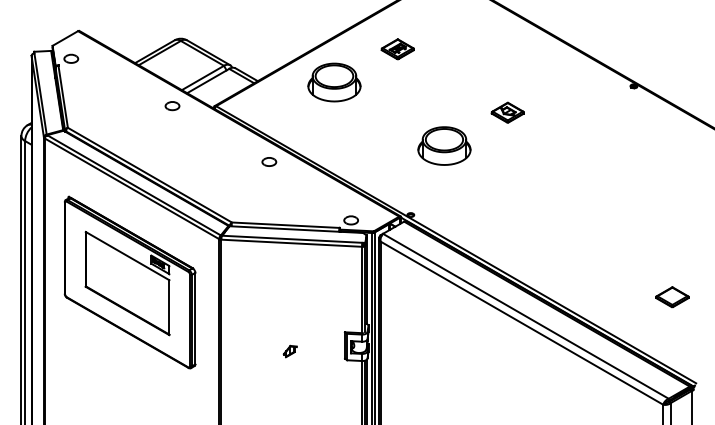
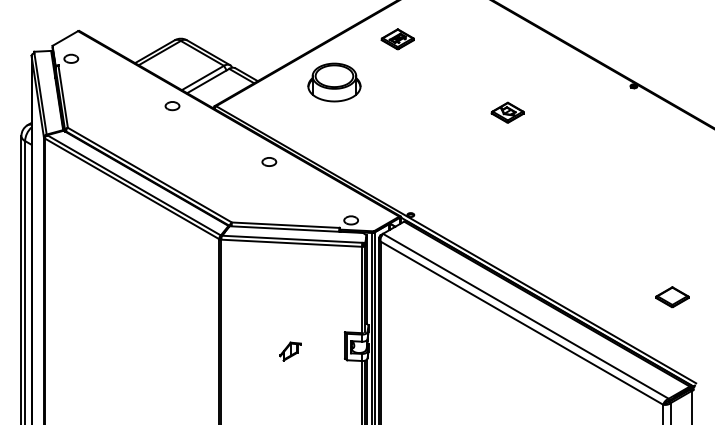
part at (397, 49) position: (397, 49) -> (397, 39)
part at (444, 145): present -> none
part at (129, 282): present -> none
part at (289, 351) size: 16x15 px -> 23x21 px
